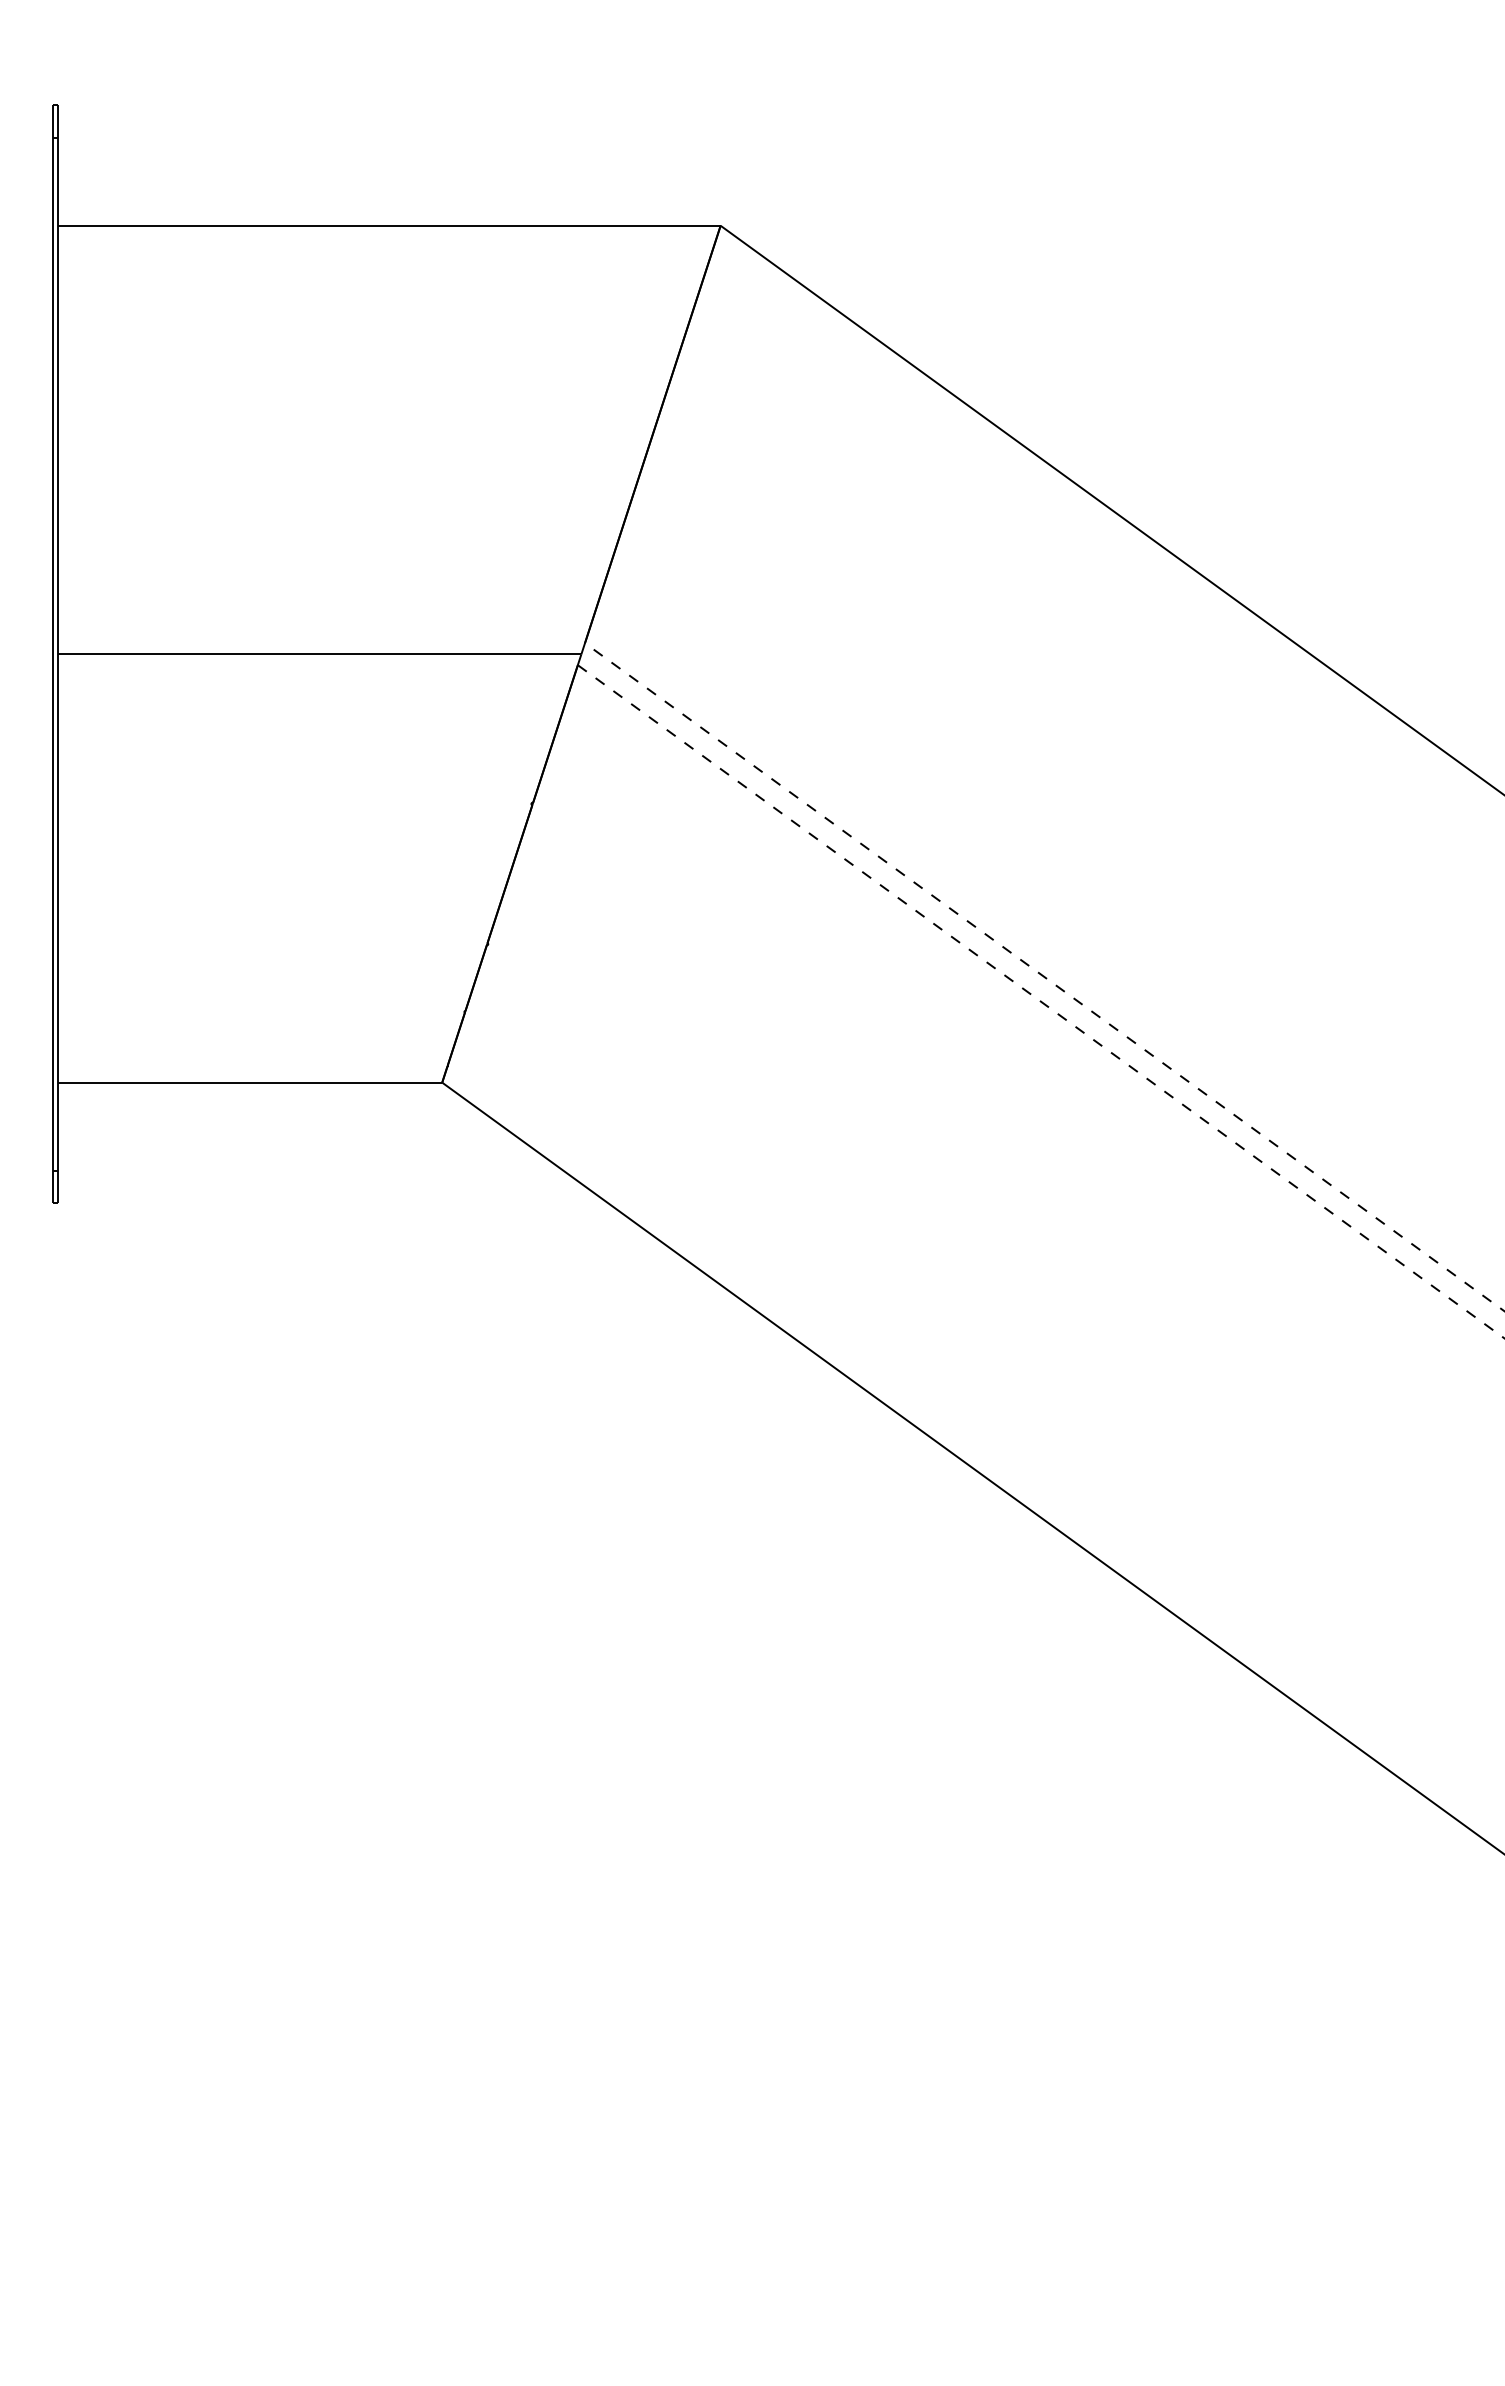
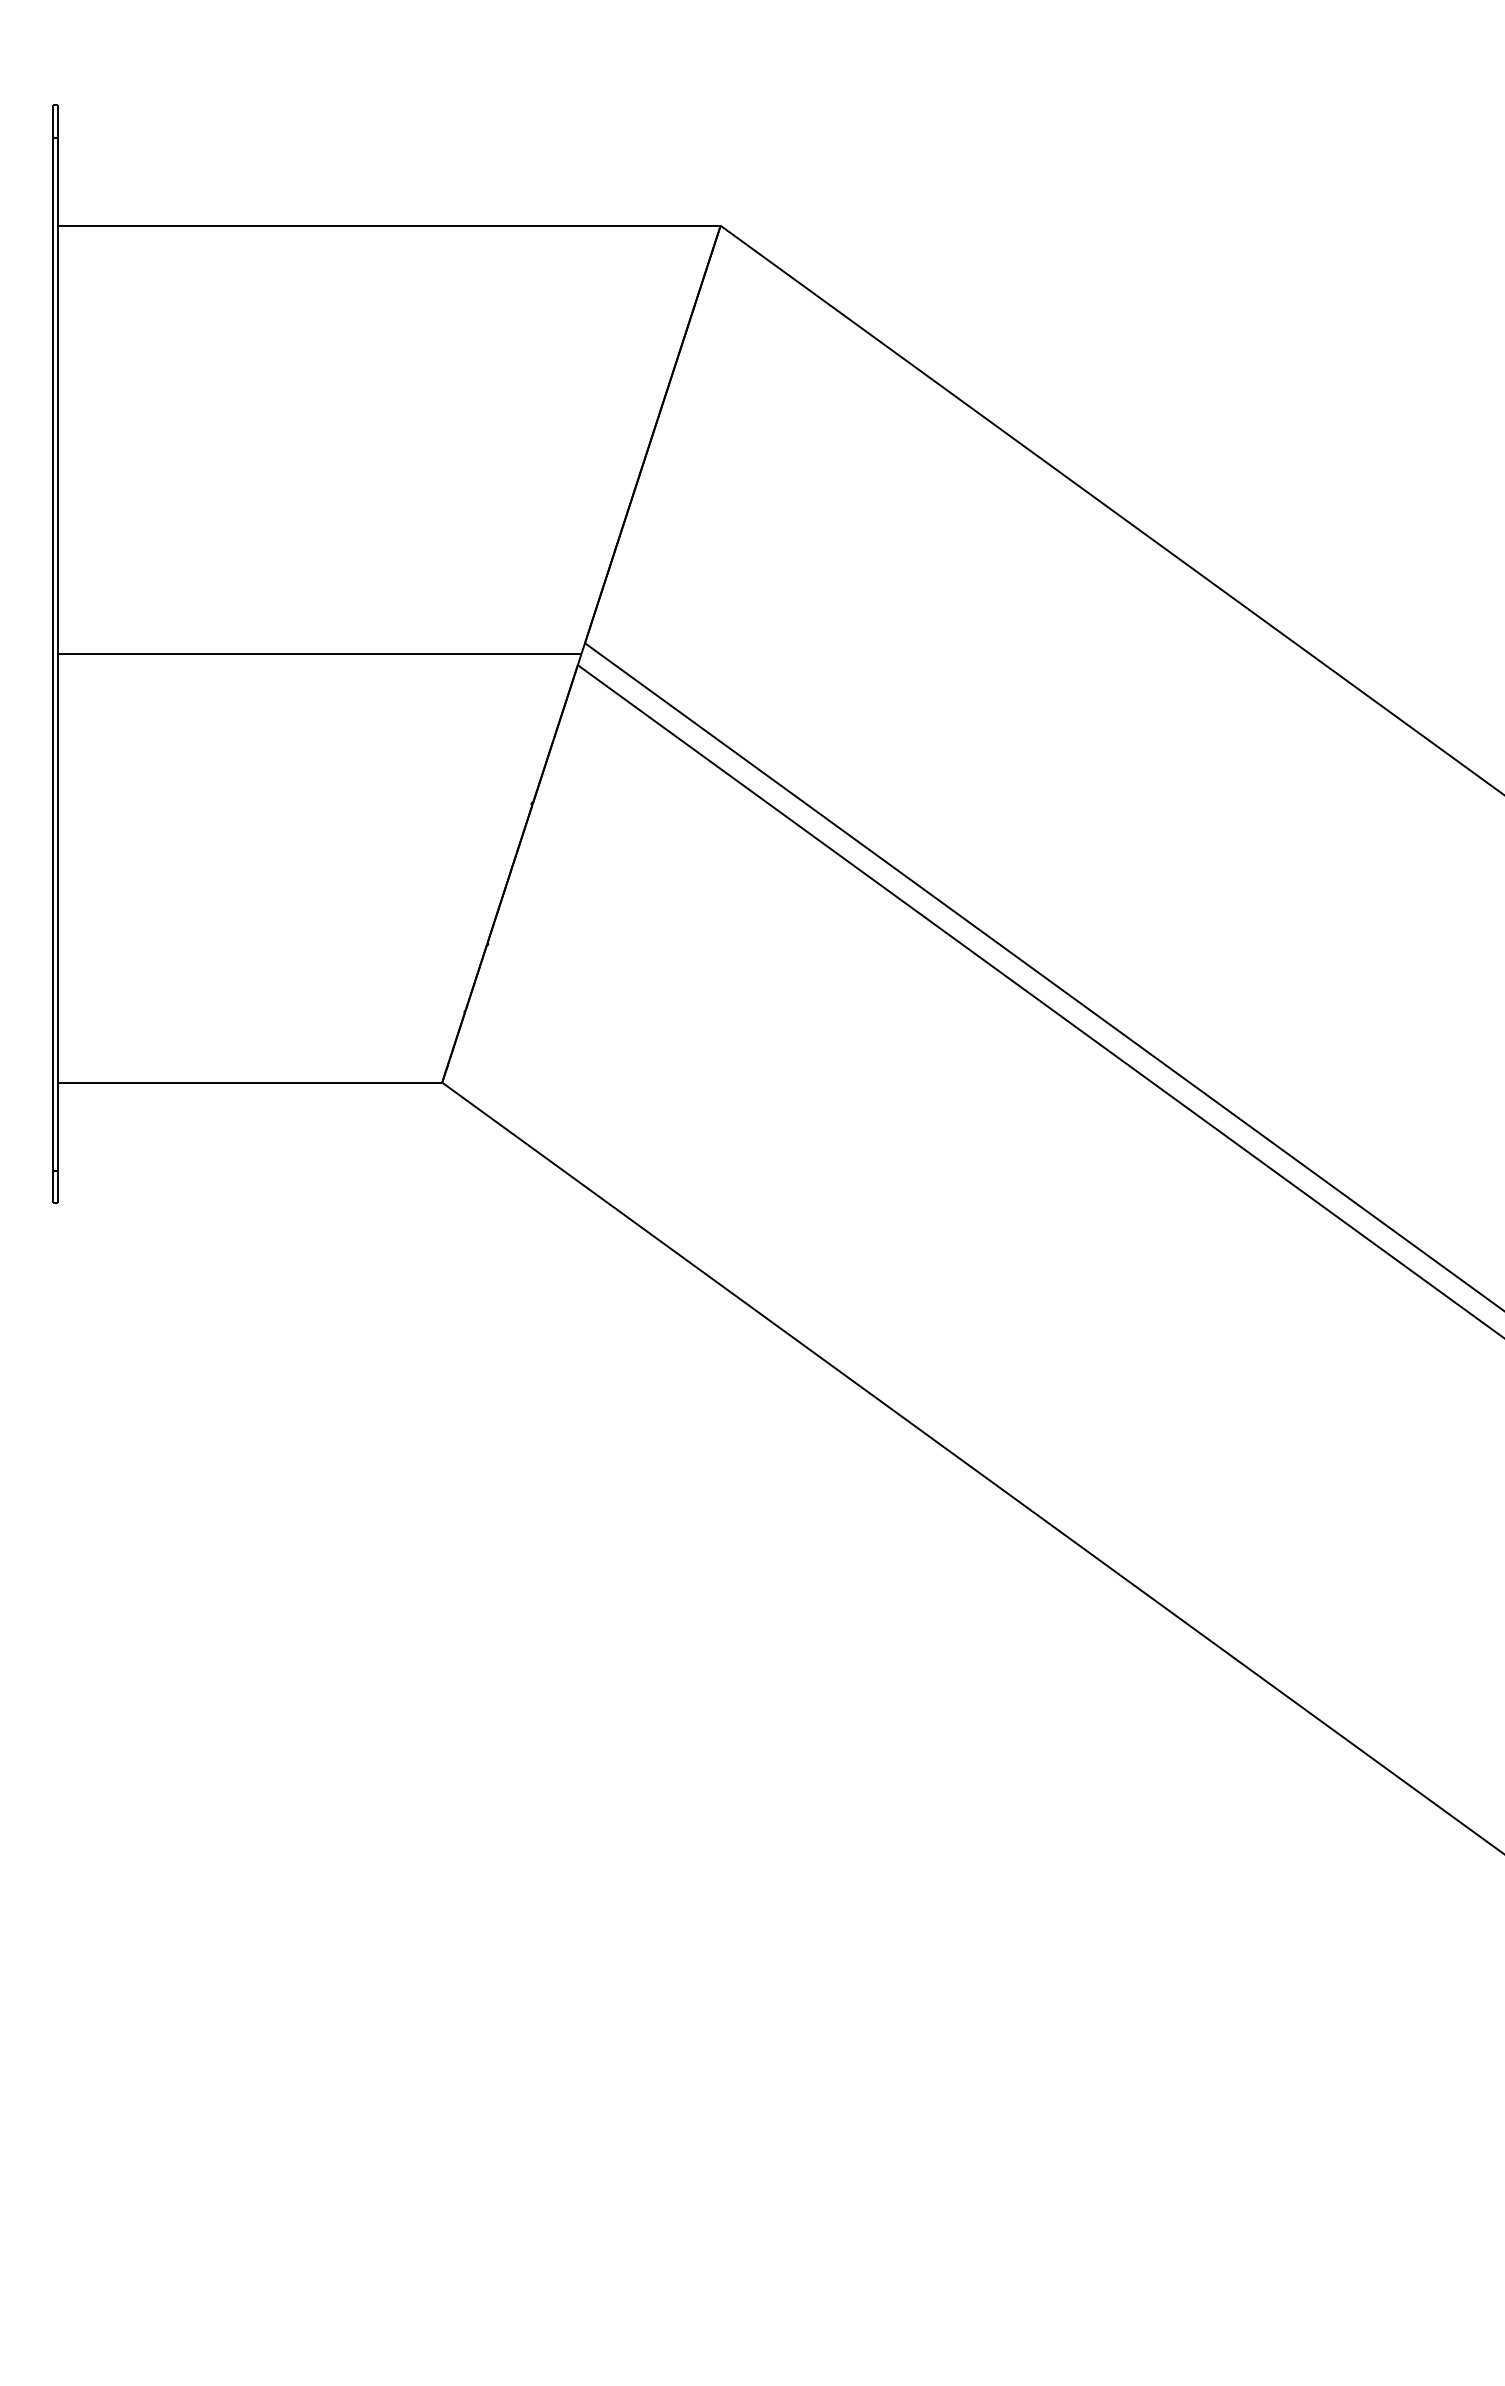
line at (1044, 977): dashed -> solid
line at (1041, 1001): dashed -> solid
